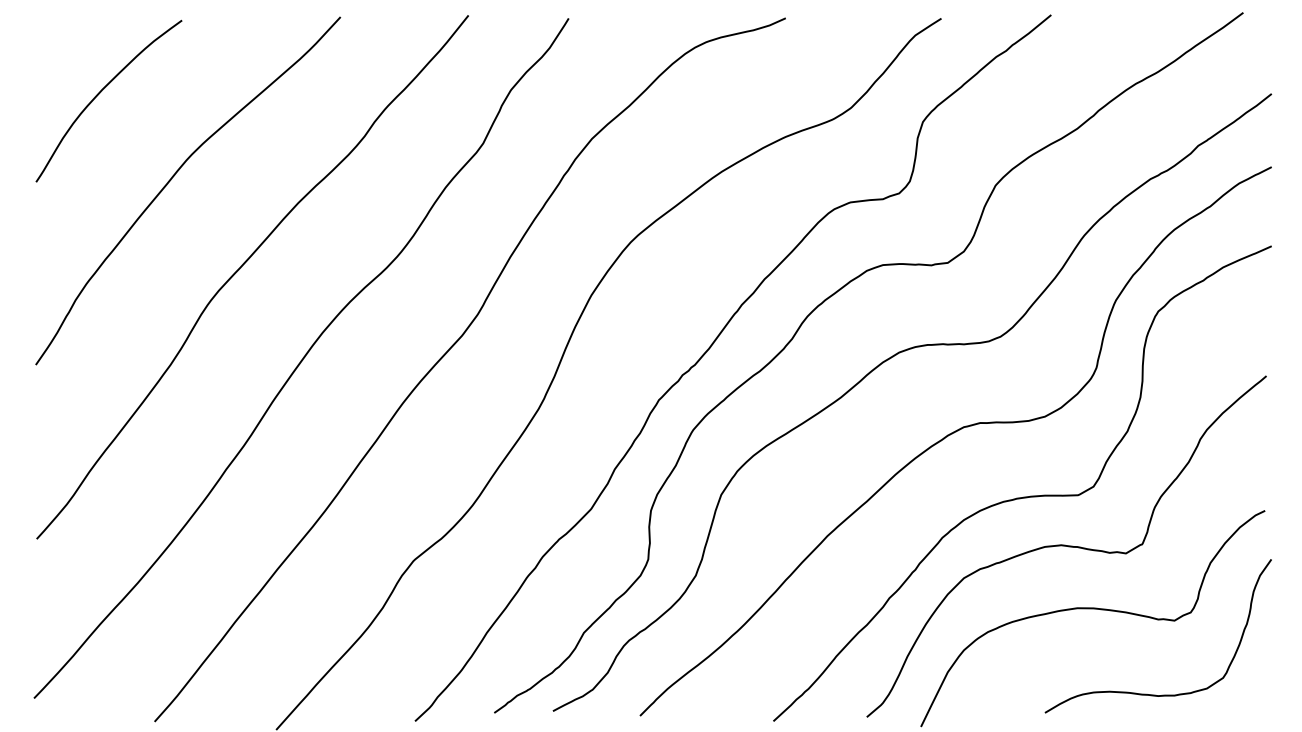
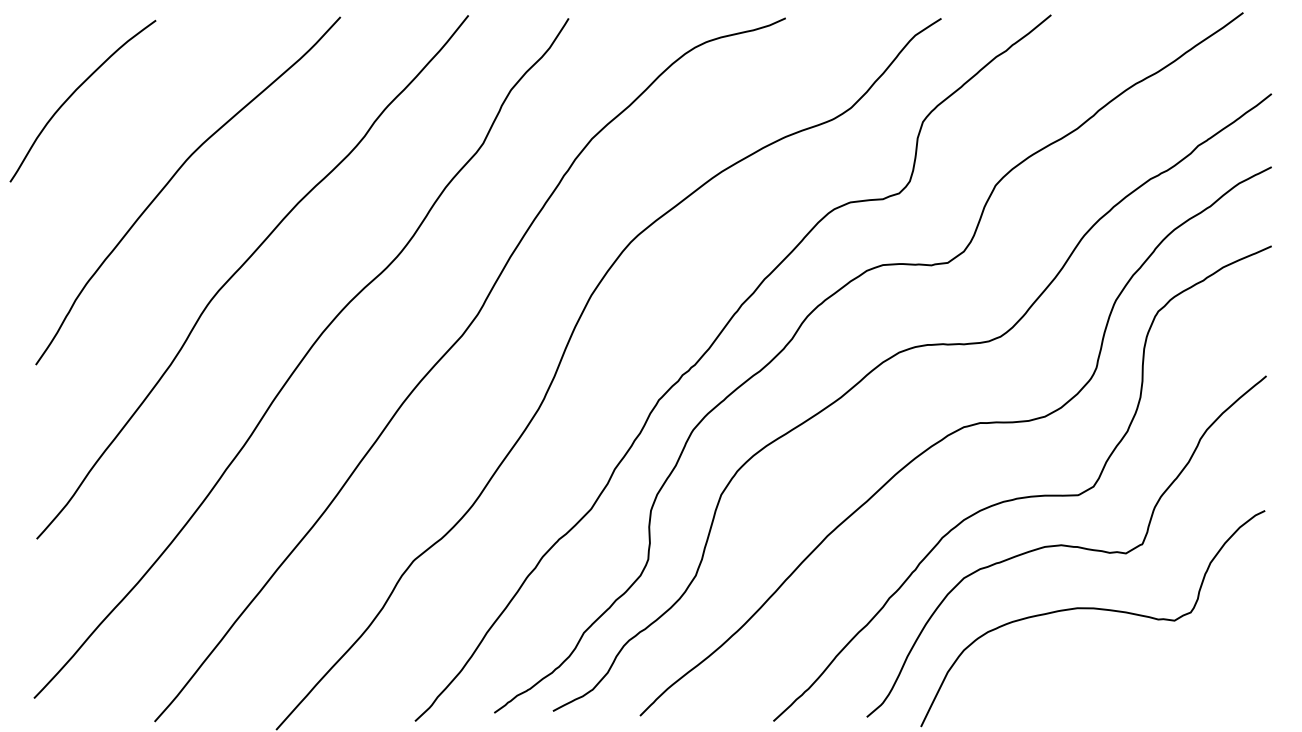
curve at (101, 92) position: (101, 92) -> (75, 92)
curve at (1155, 694): present -> none
